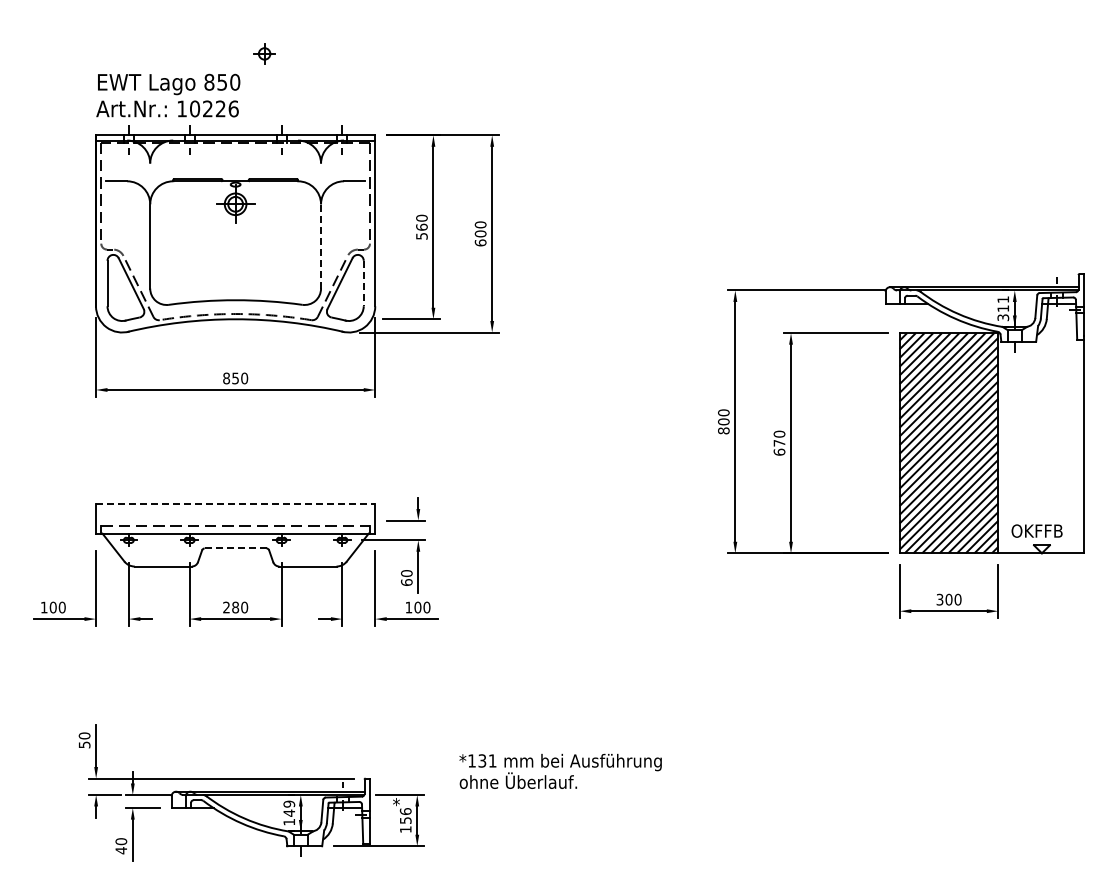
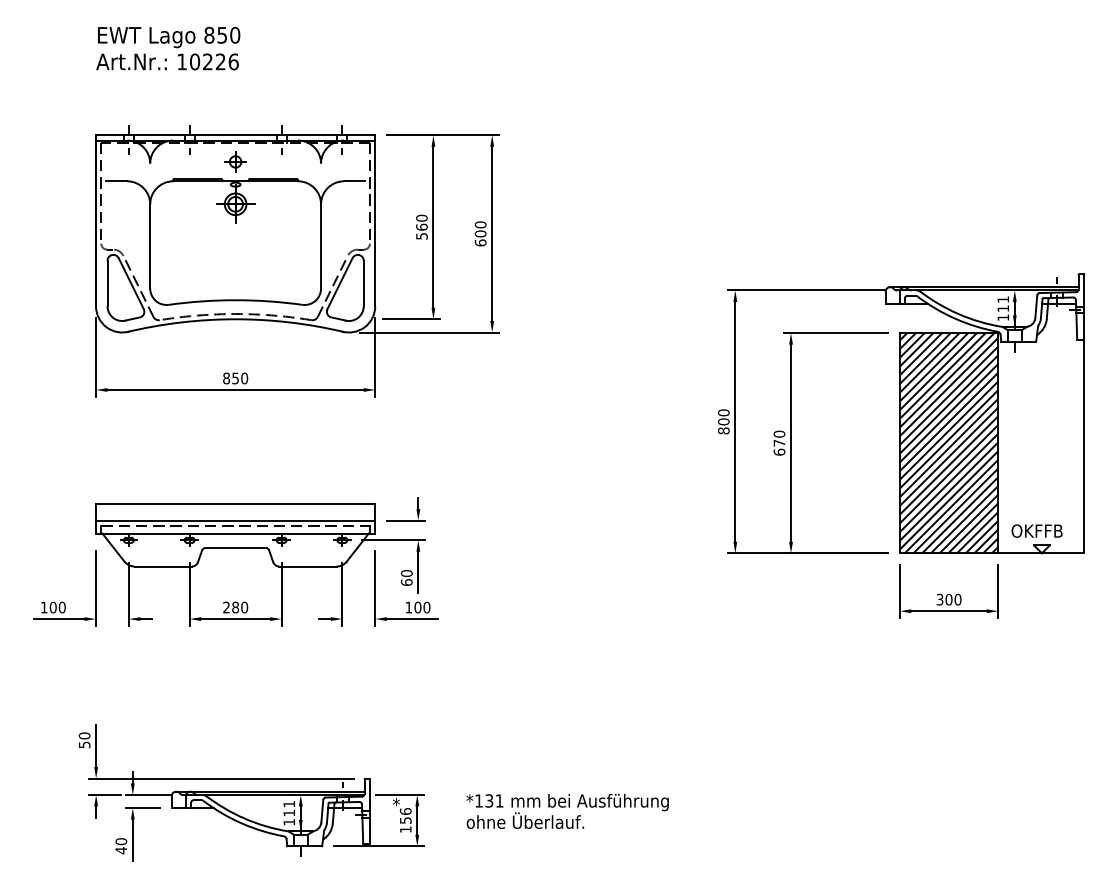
part at (264, 53) position: (264, 53) -> (235, 161)
text at (168, 95) position: (168, 95) -> (168, 48)
line at (321, 246): dashed -> solid
line at (363, 283): dashed -> solid
text at (1003, 317): 311 -> 111
line at (235, 504): dashed -> solid
line at (235, 520): none -> present
line at (235, 548): dashed -> solid
text at (560, 770) position: (560, 770) -> (567, 810)
text at (289, 808): 149 -> 111
